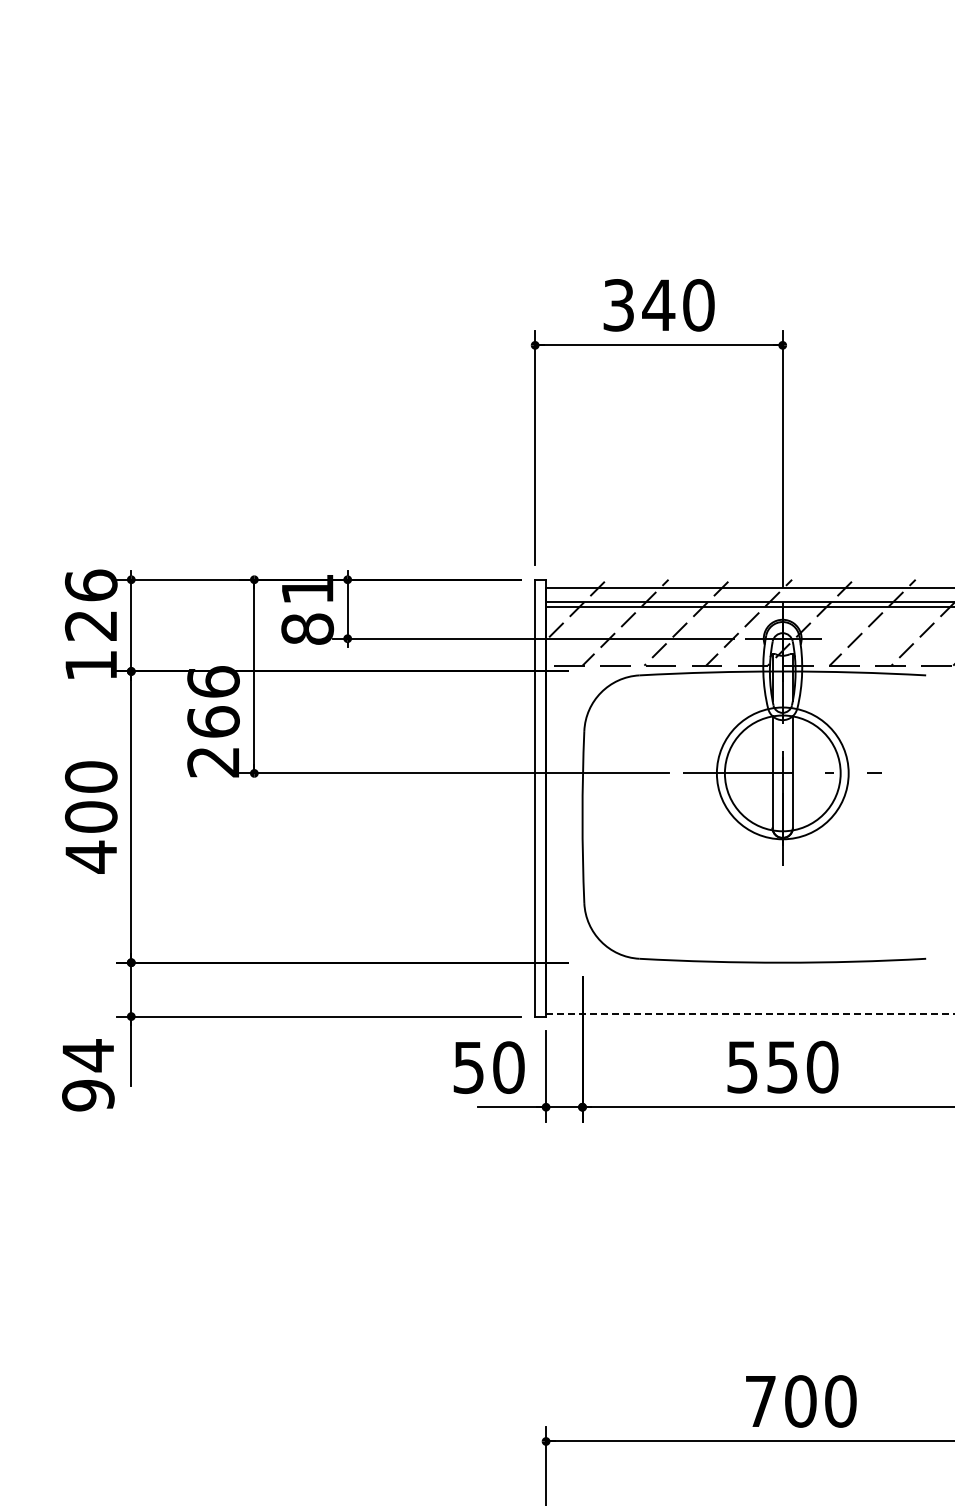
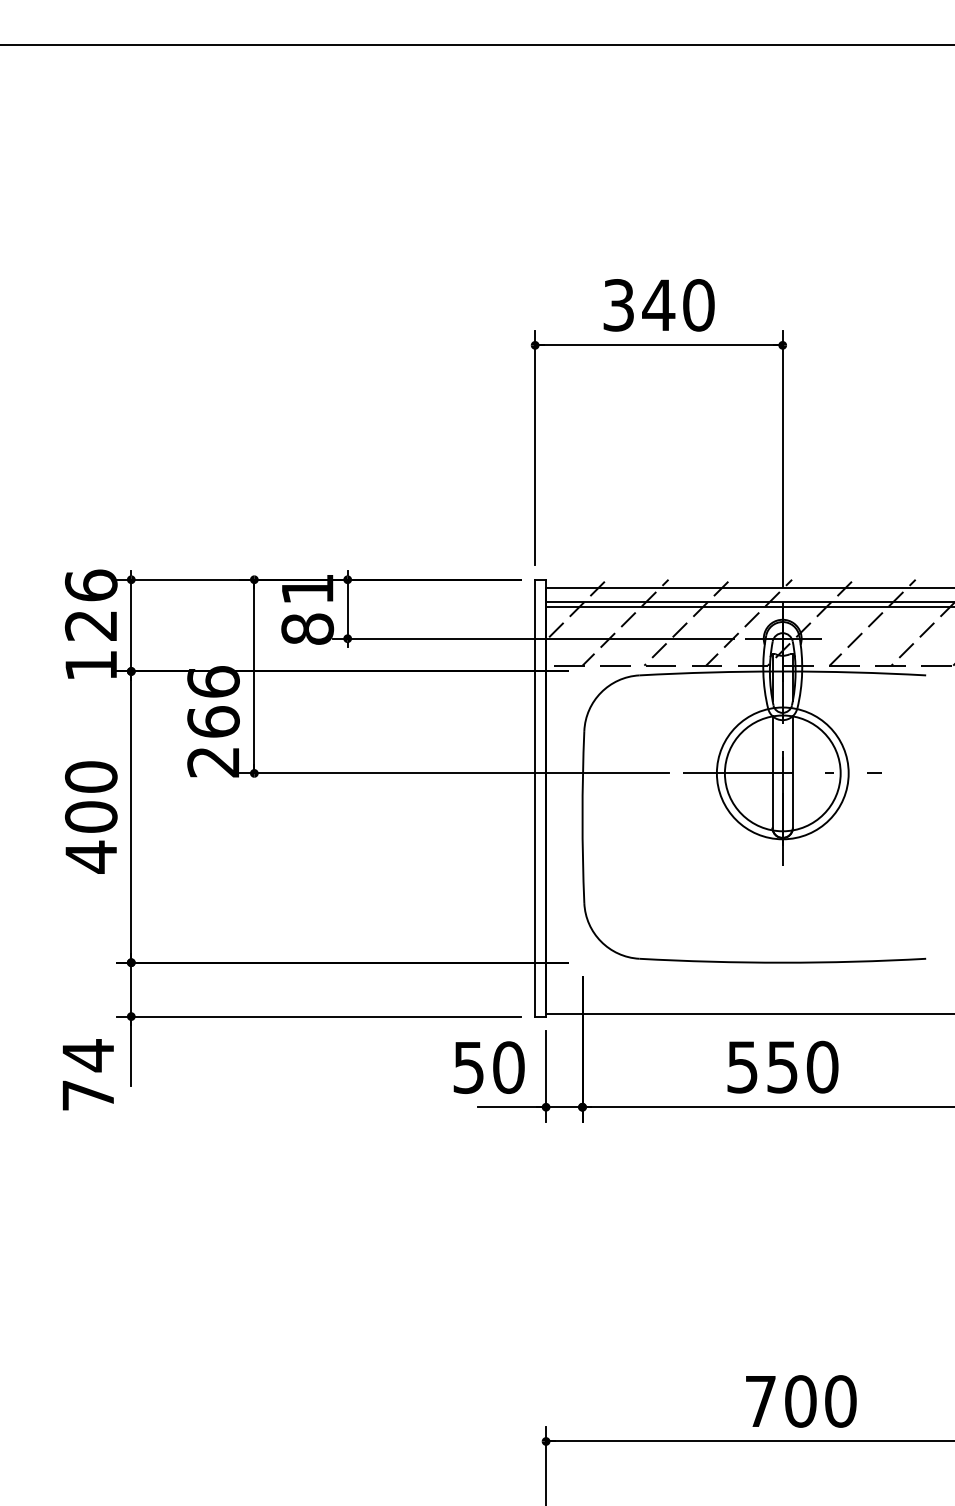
line at (476, 45): none -> present
line at (750, 1014): dashed -> solid
text at (88, 1095): 94 -> 74
